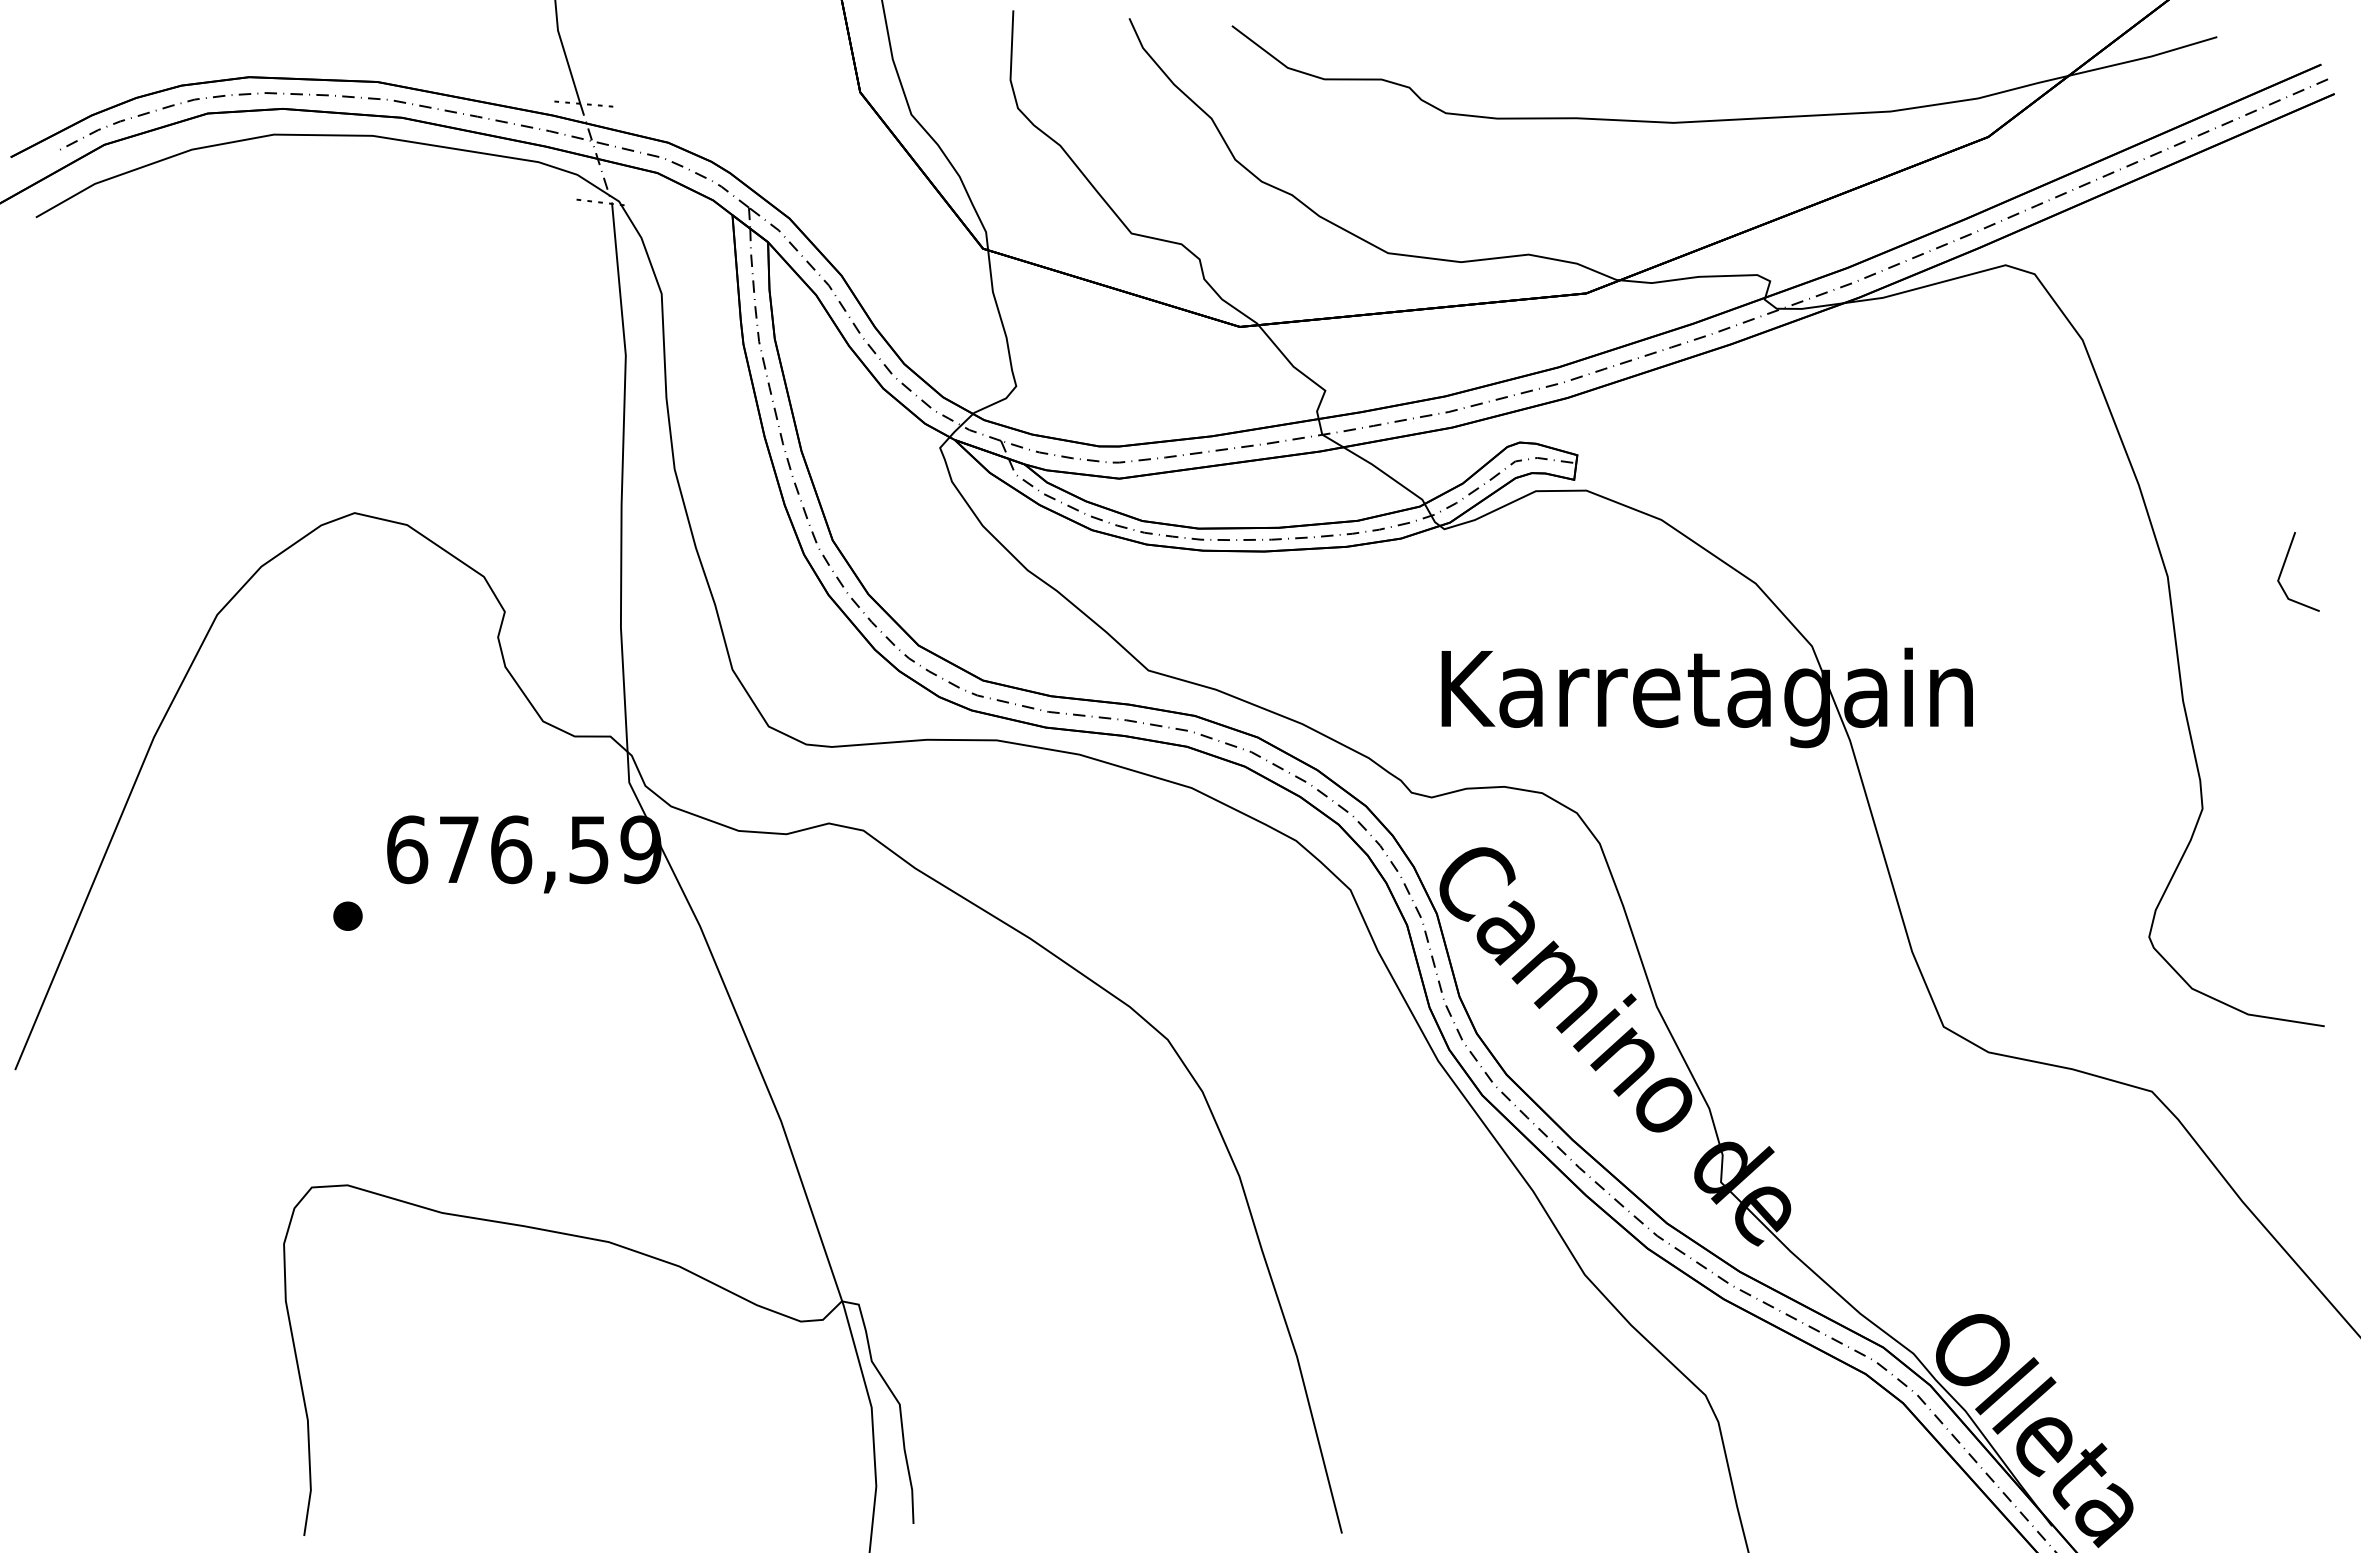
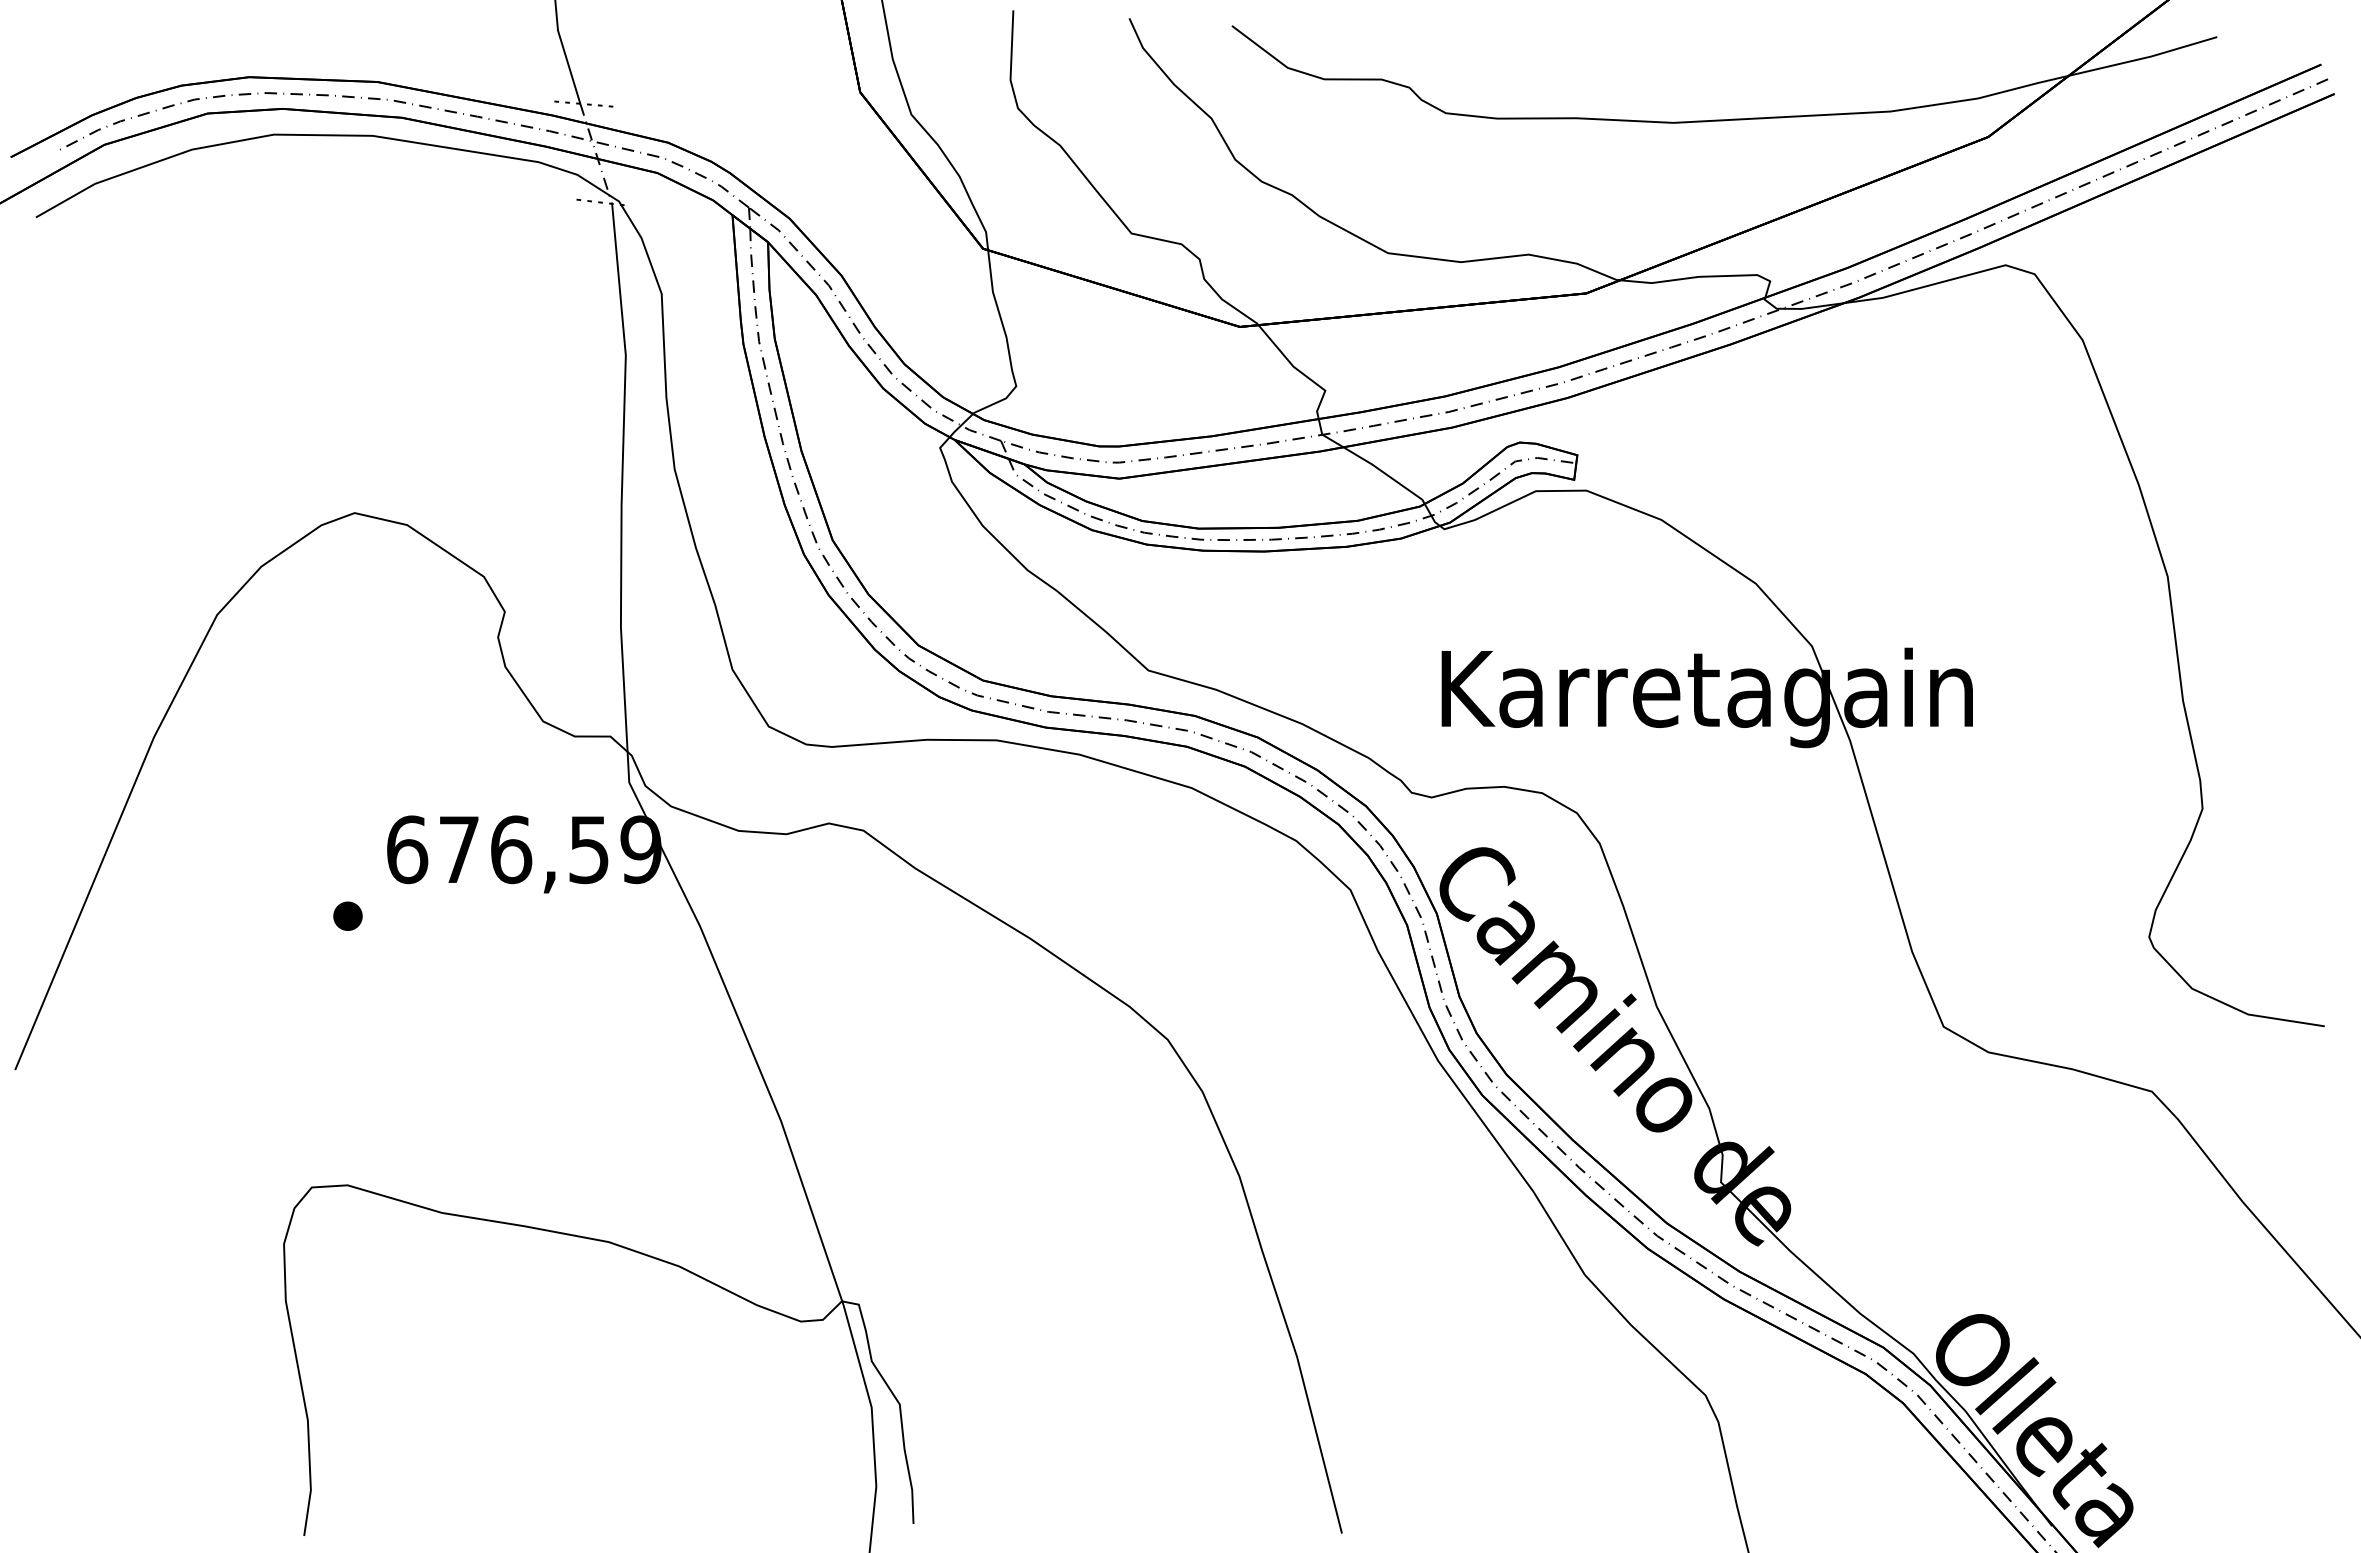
line at (2284, 566): present -> none
